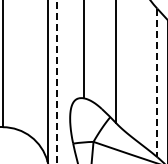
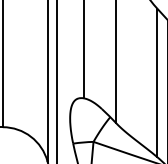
line at (56, 82): dashed -> solid
line at (157, 83): dashed -> solid
